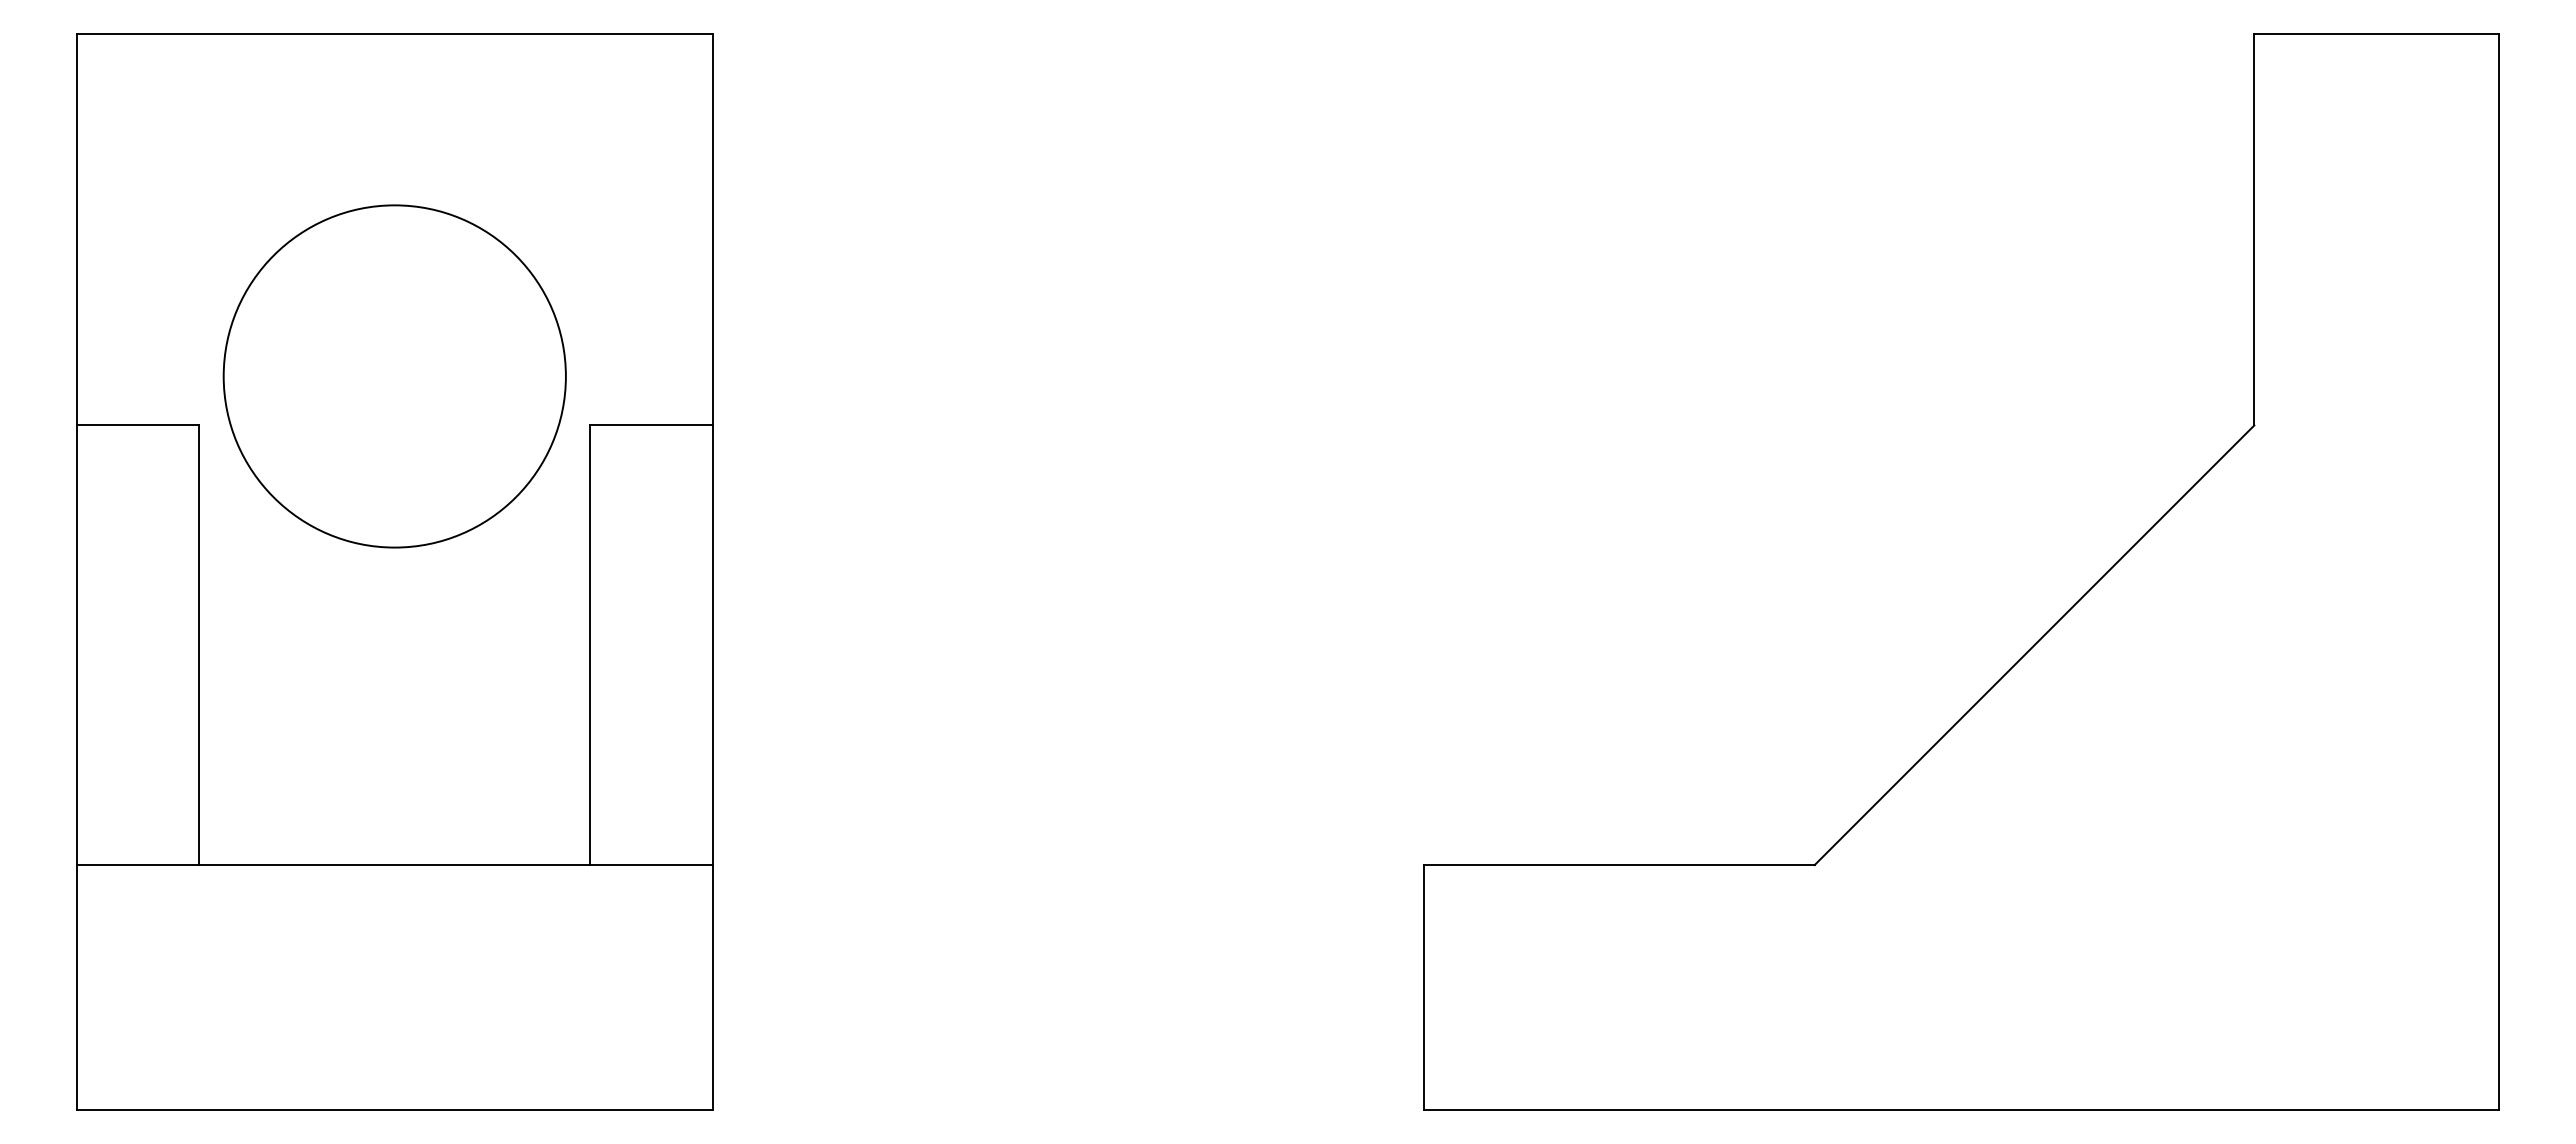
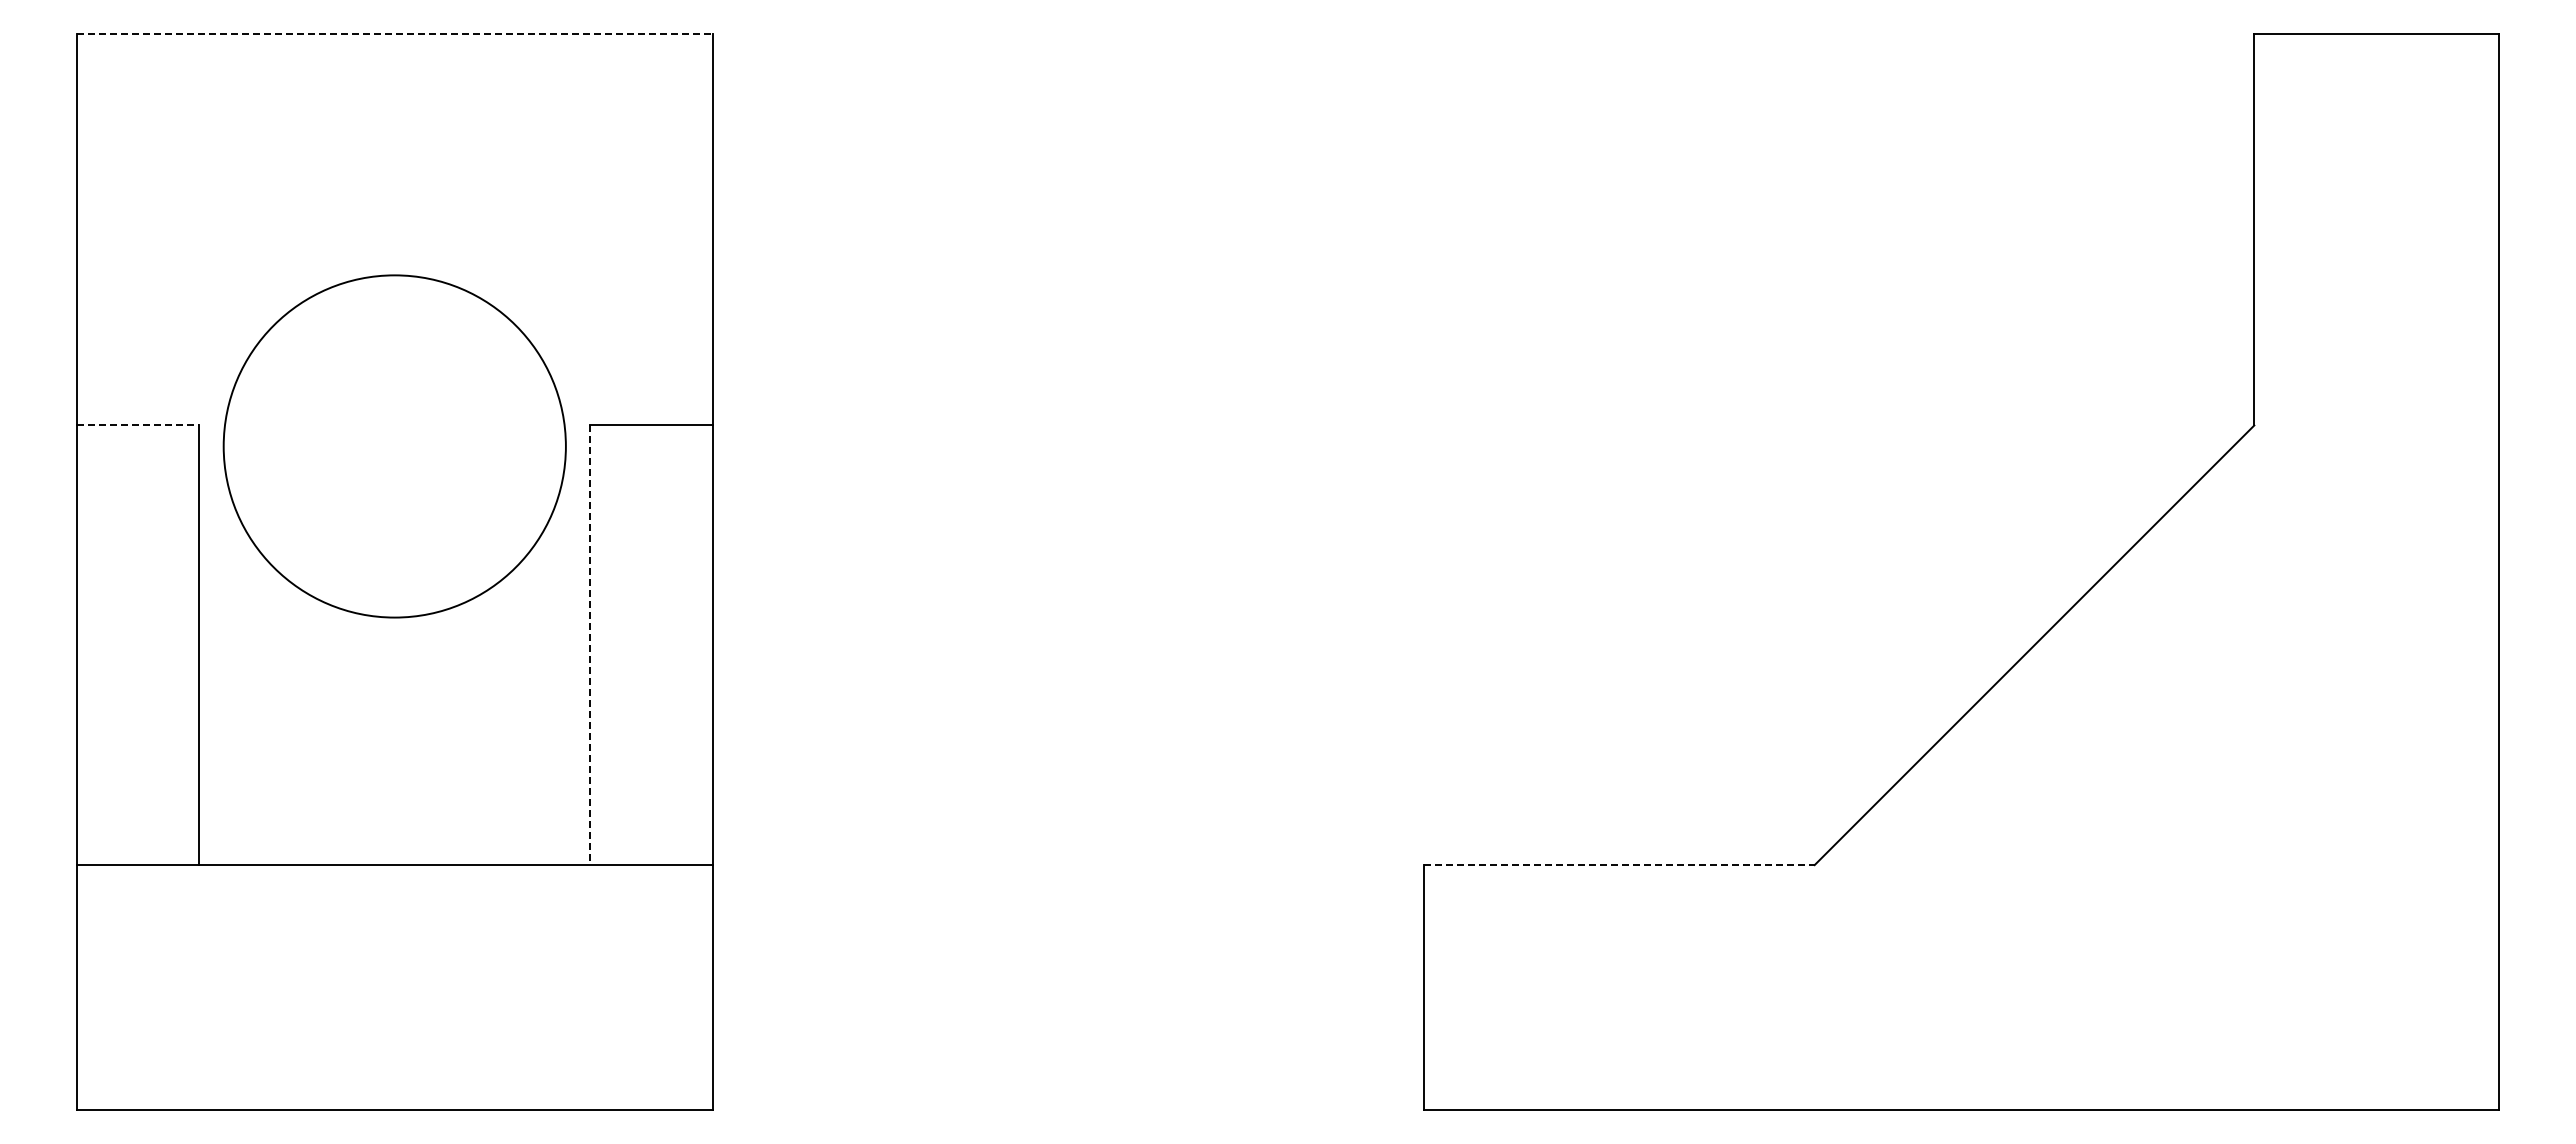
line at (394, 34): solid -> dashed
circle at (394, 376) position: (394, 376) -> (394, 446)
line at (138, 425): solid -> dashed
line at (590, 645): solid -> dashed
line at (1619, 865): solid -> dashed
